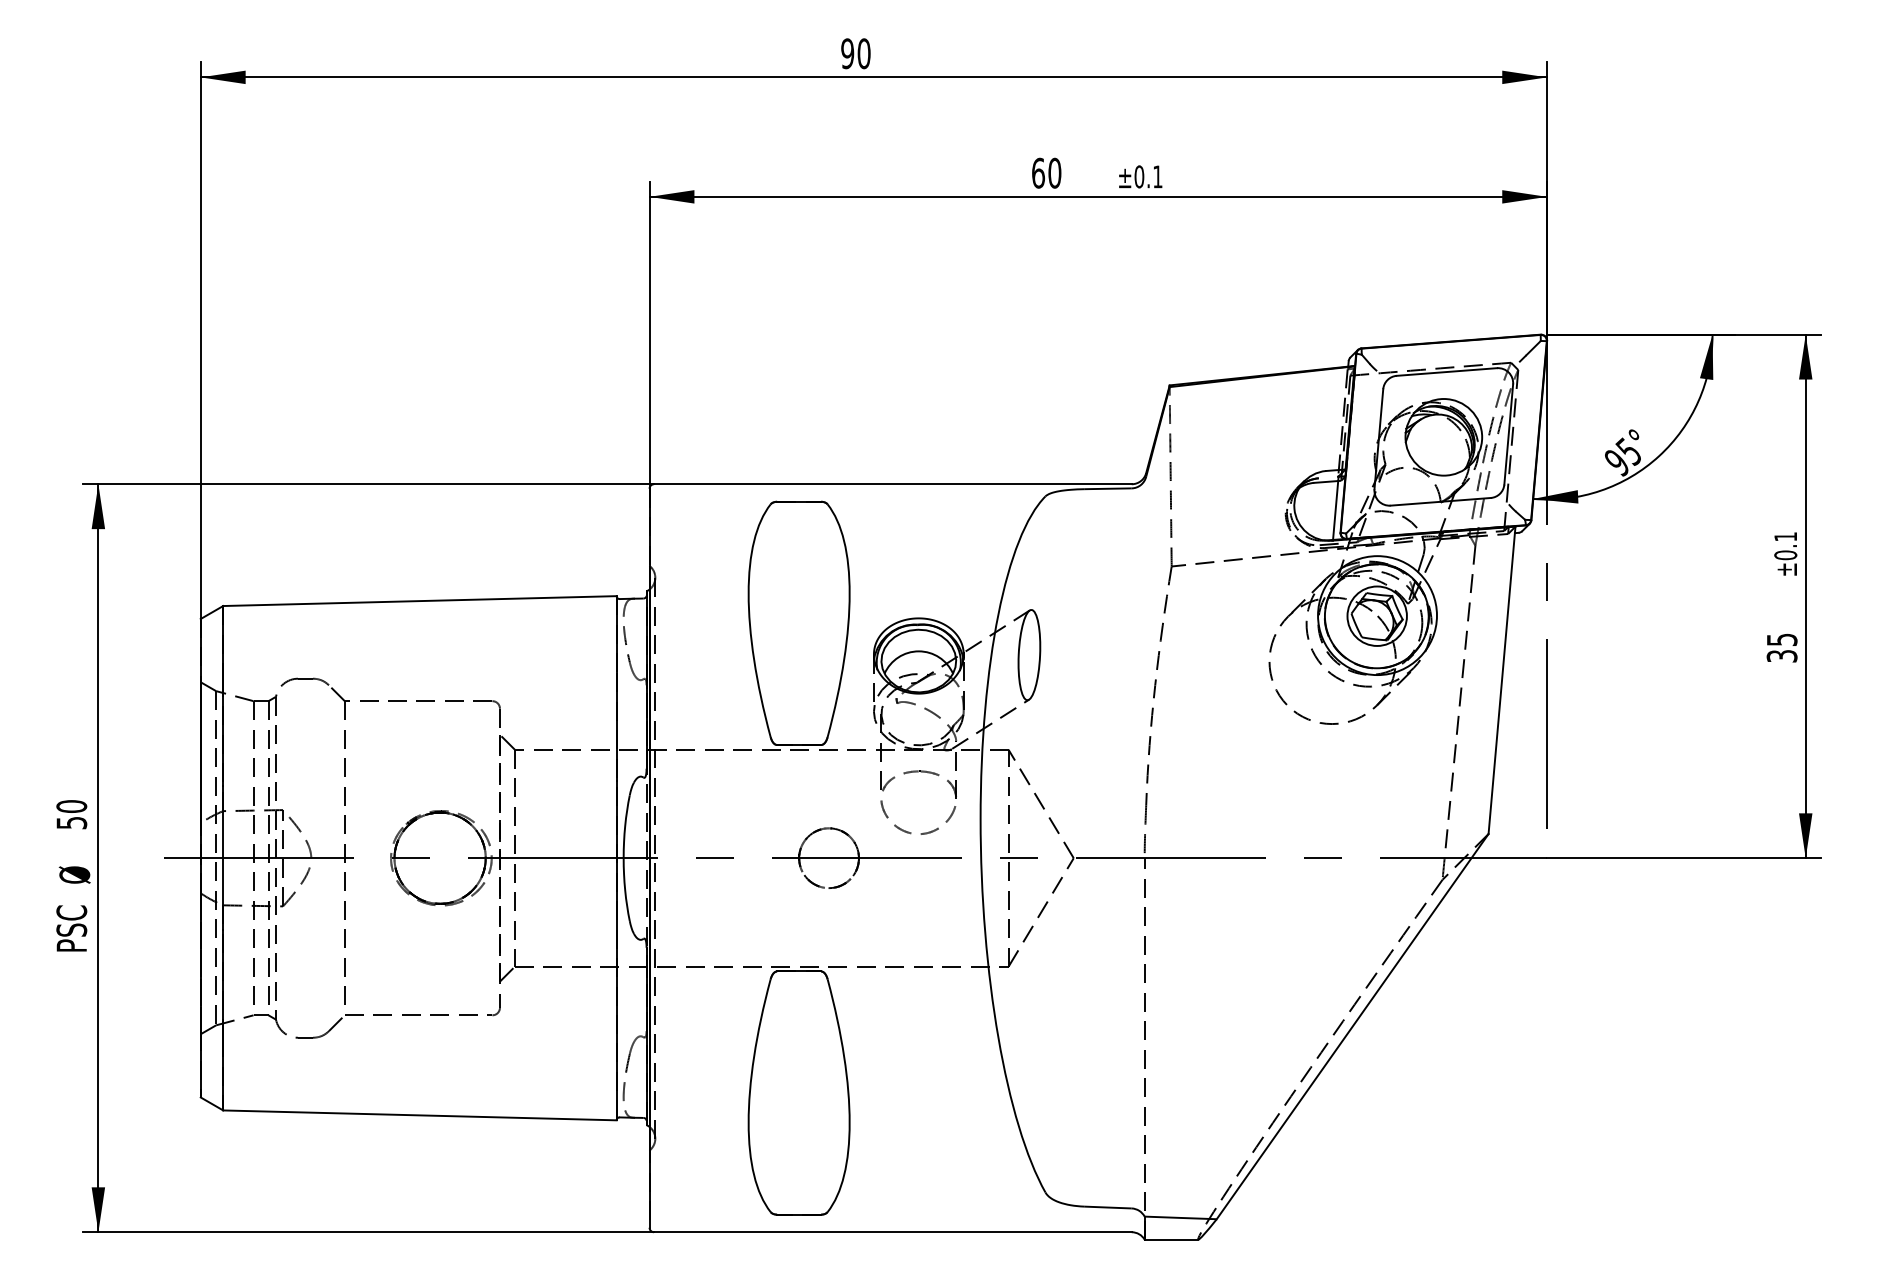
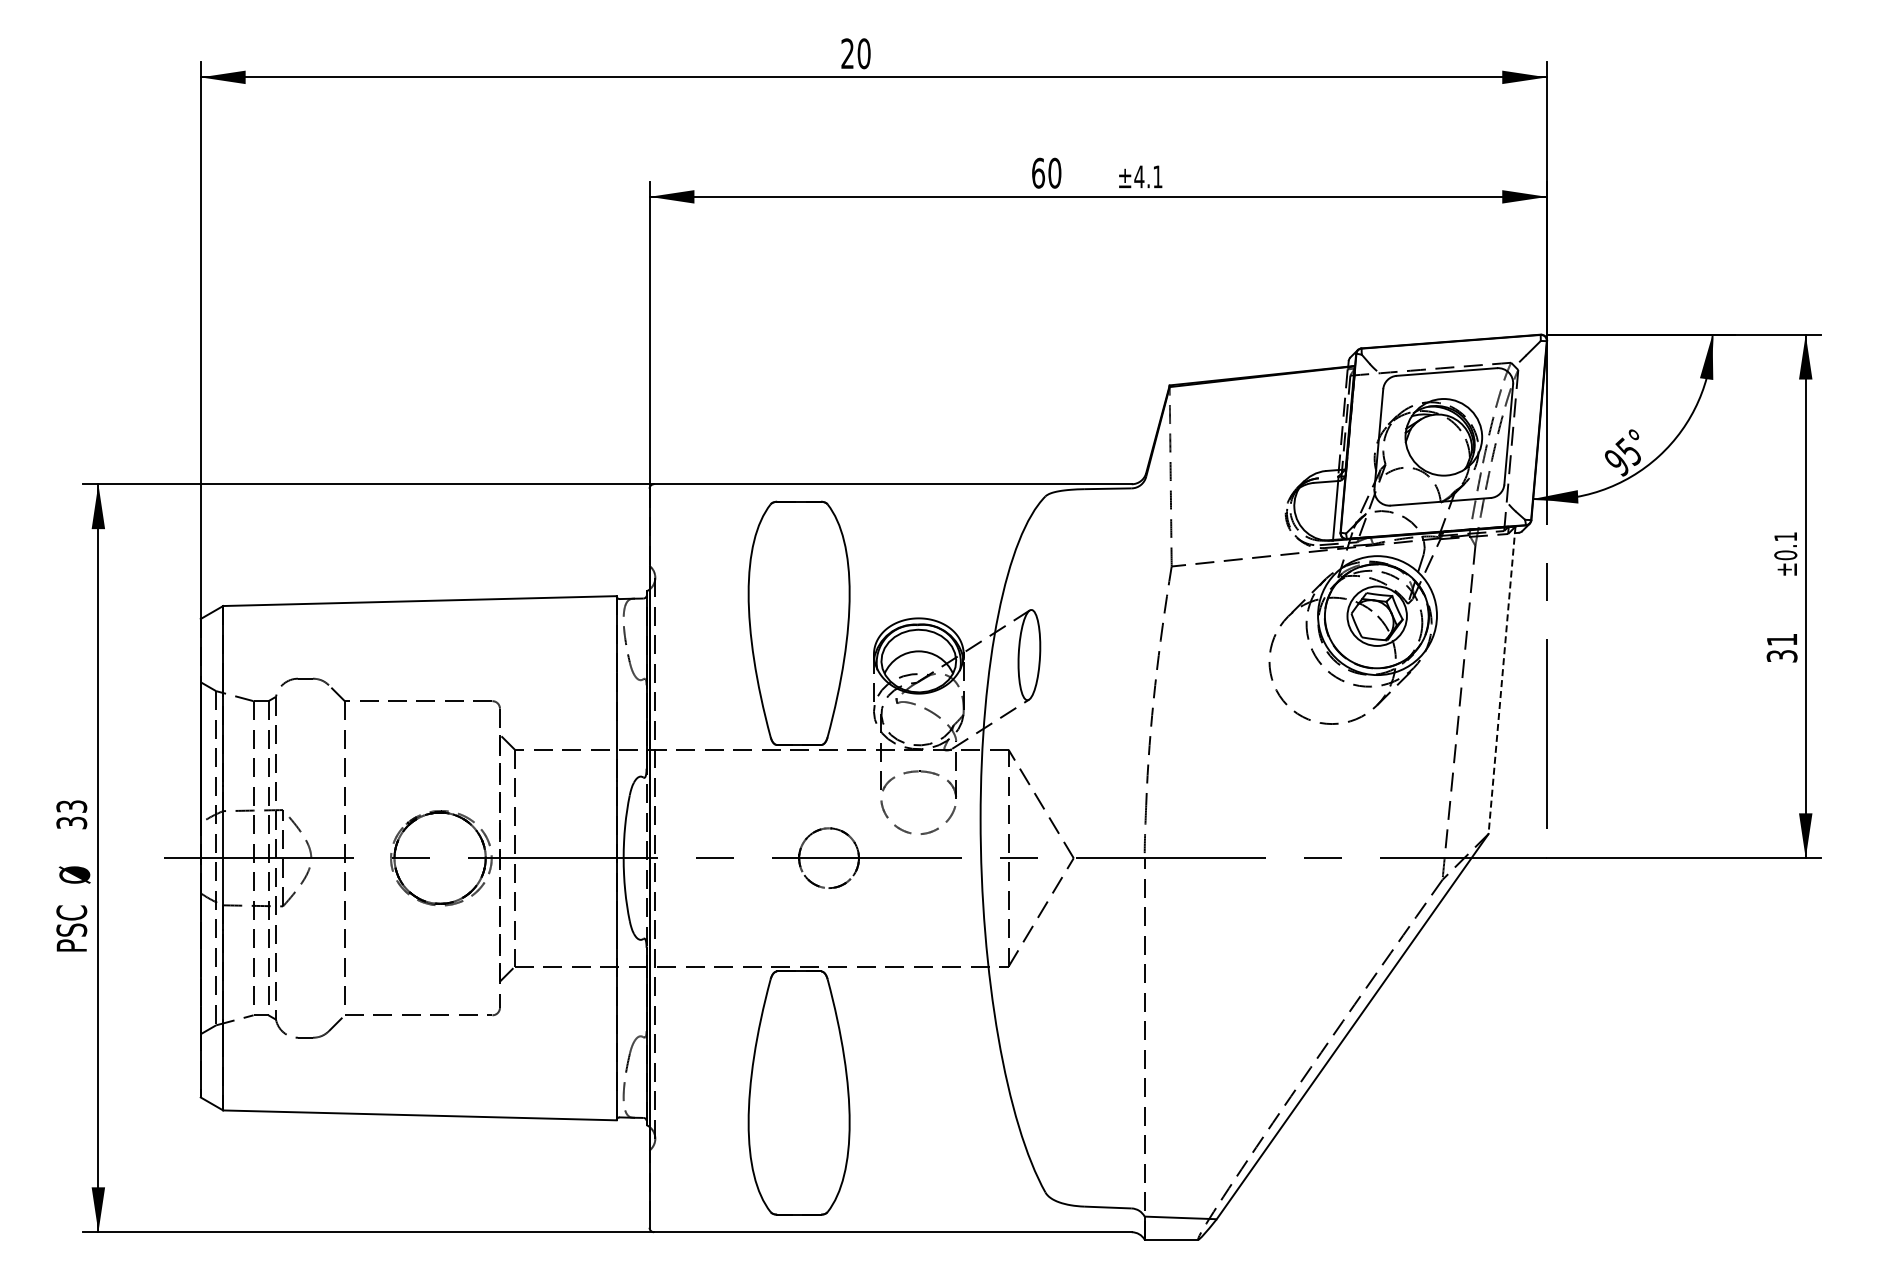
text at (847, 53): 90 -> 20
text at (1139, 176): ±0.1 -> ±4.1
text at (1782, 639): 35 -> 31
line at (1501, 680): solid -> dashed
text at (71, 814): 50 -> 33
